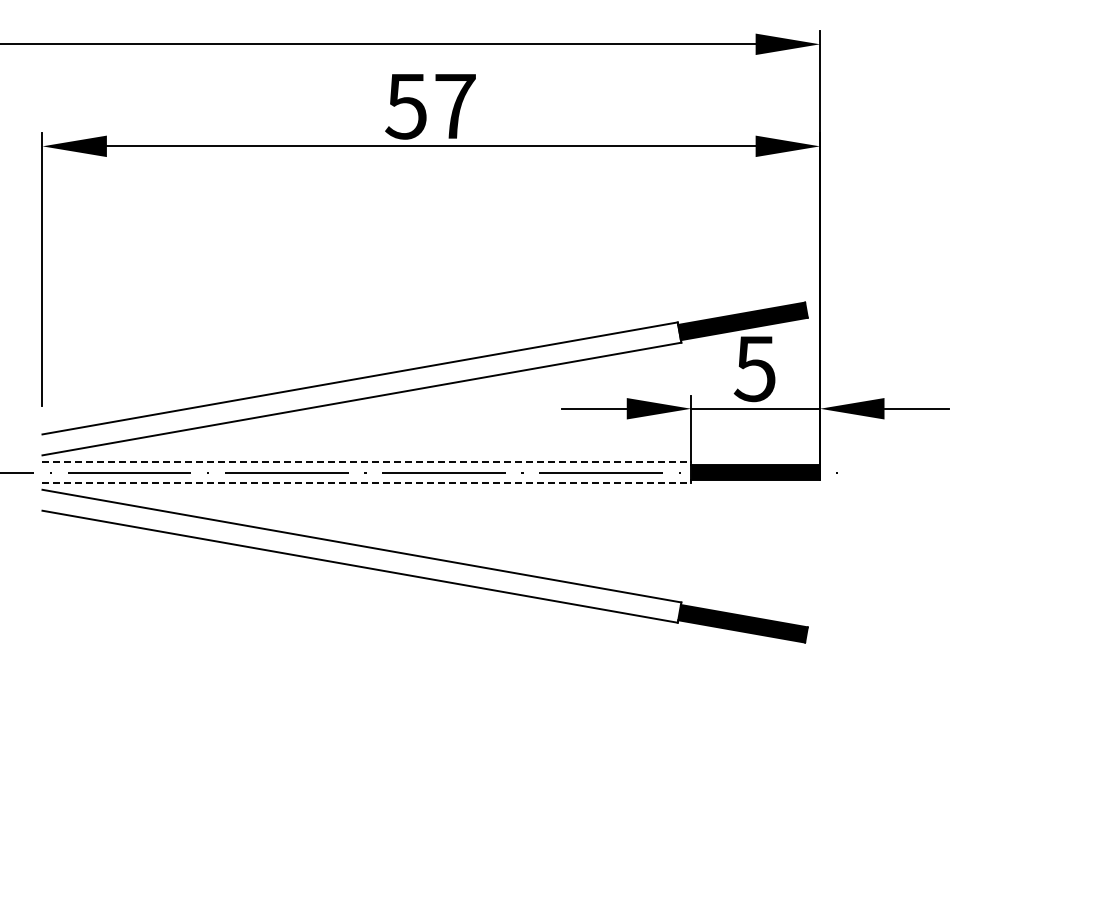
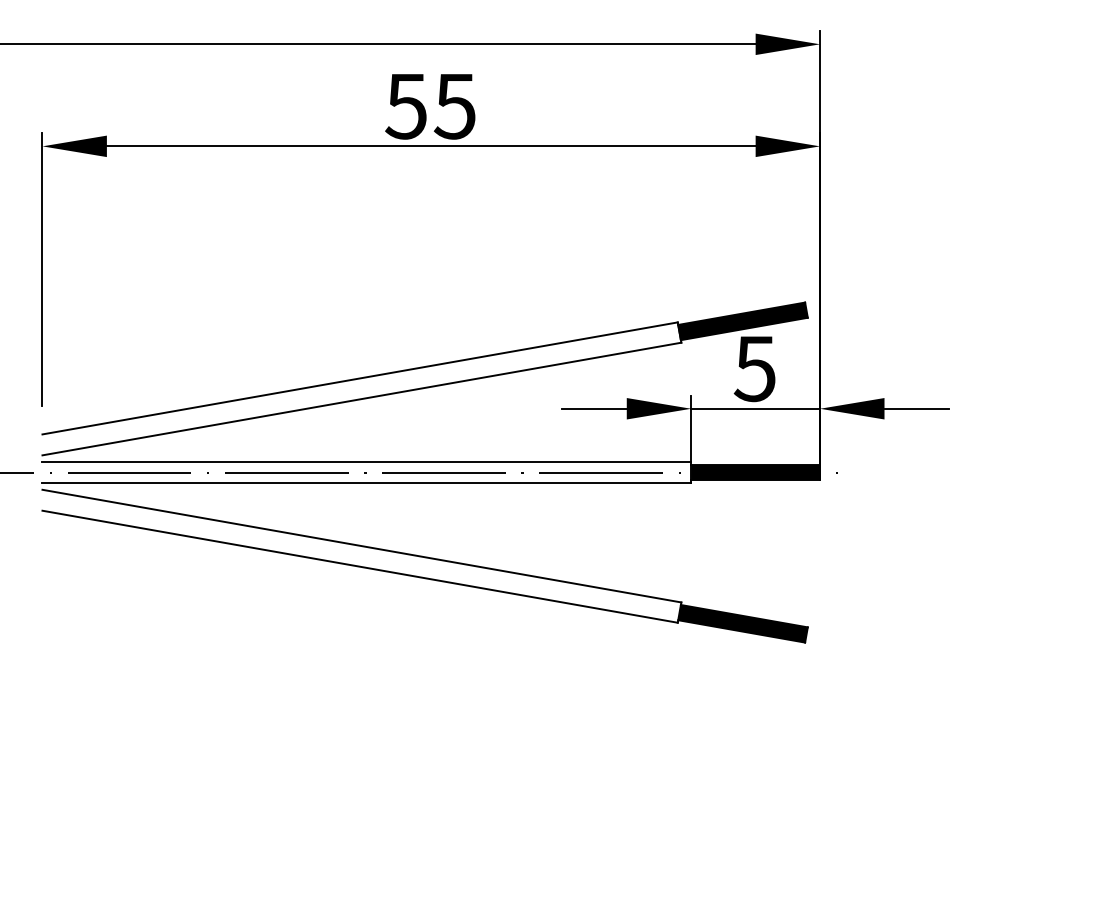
text at (454, 106): 57 -> 55
line at (367, 462): dashed -> solid
line at (367, 482): dashed -> solid
